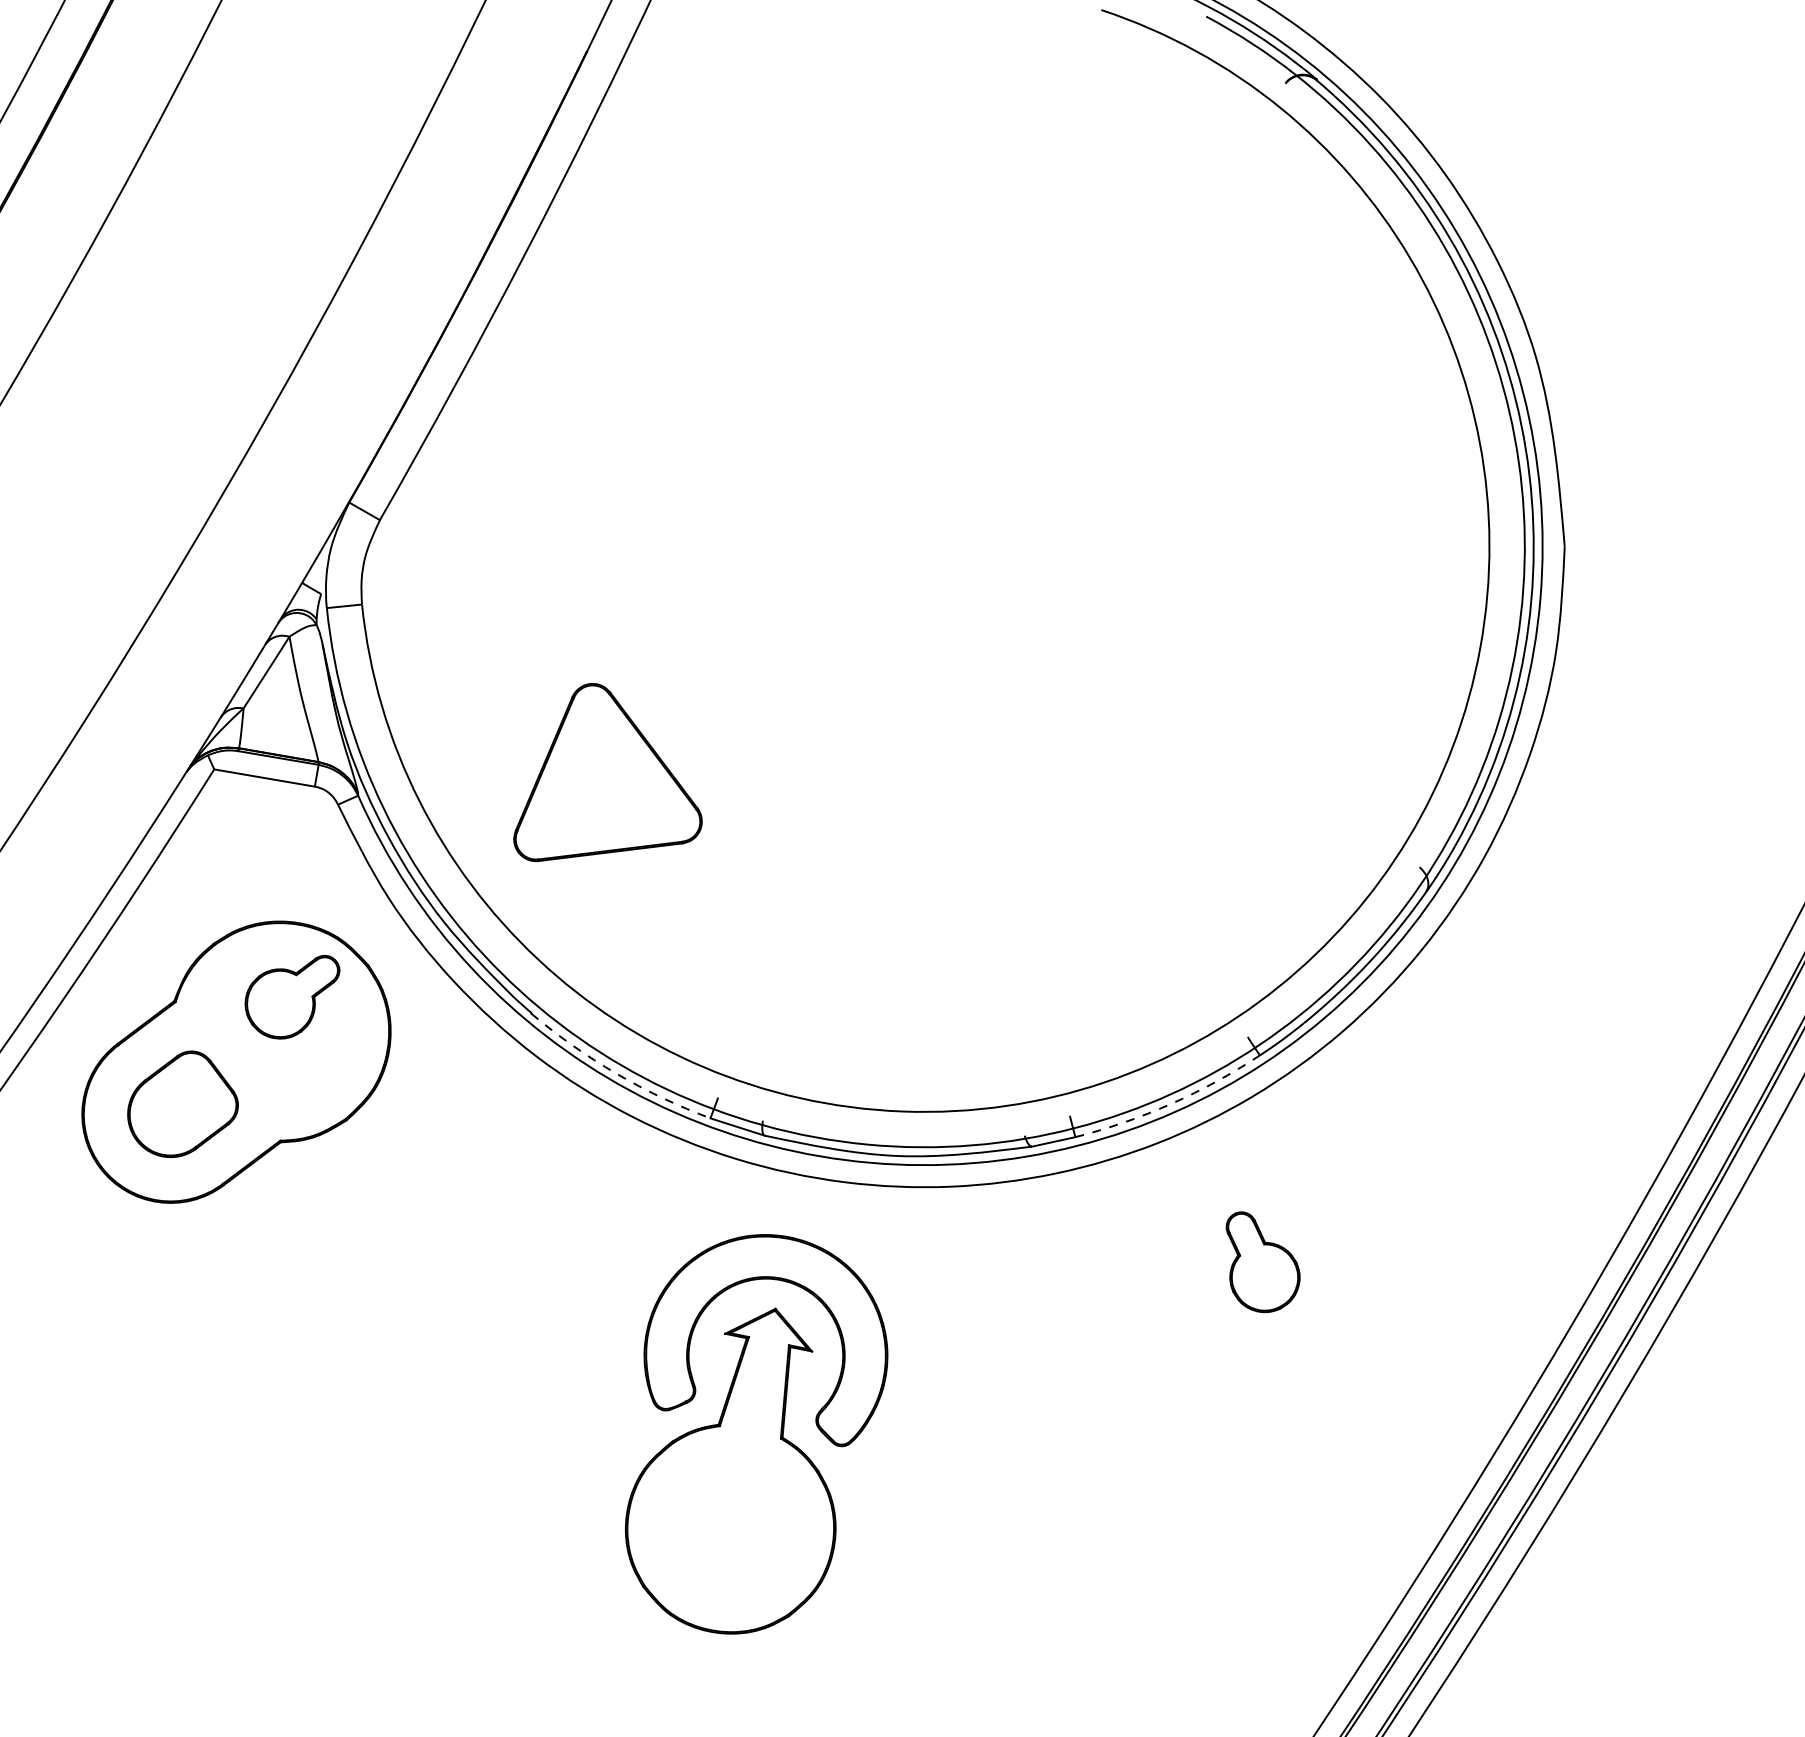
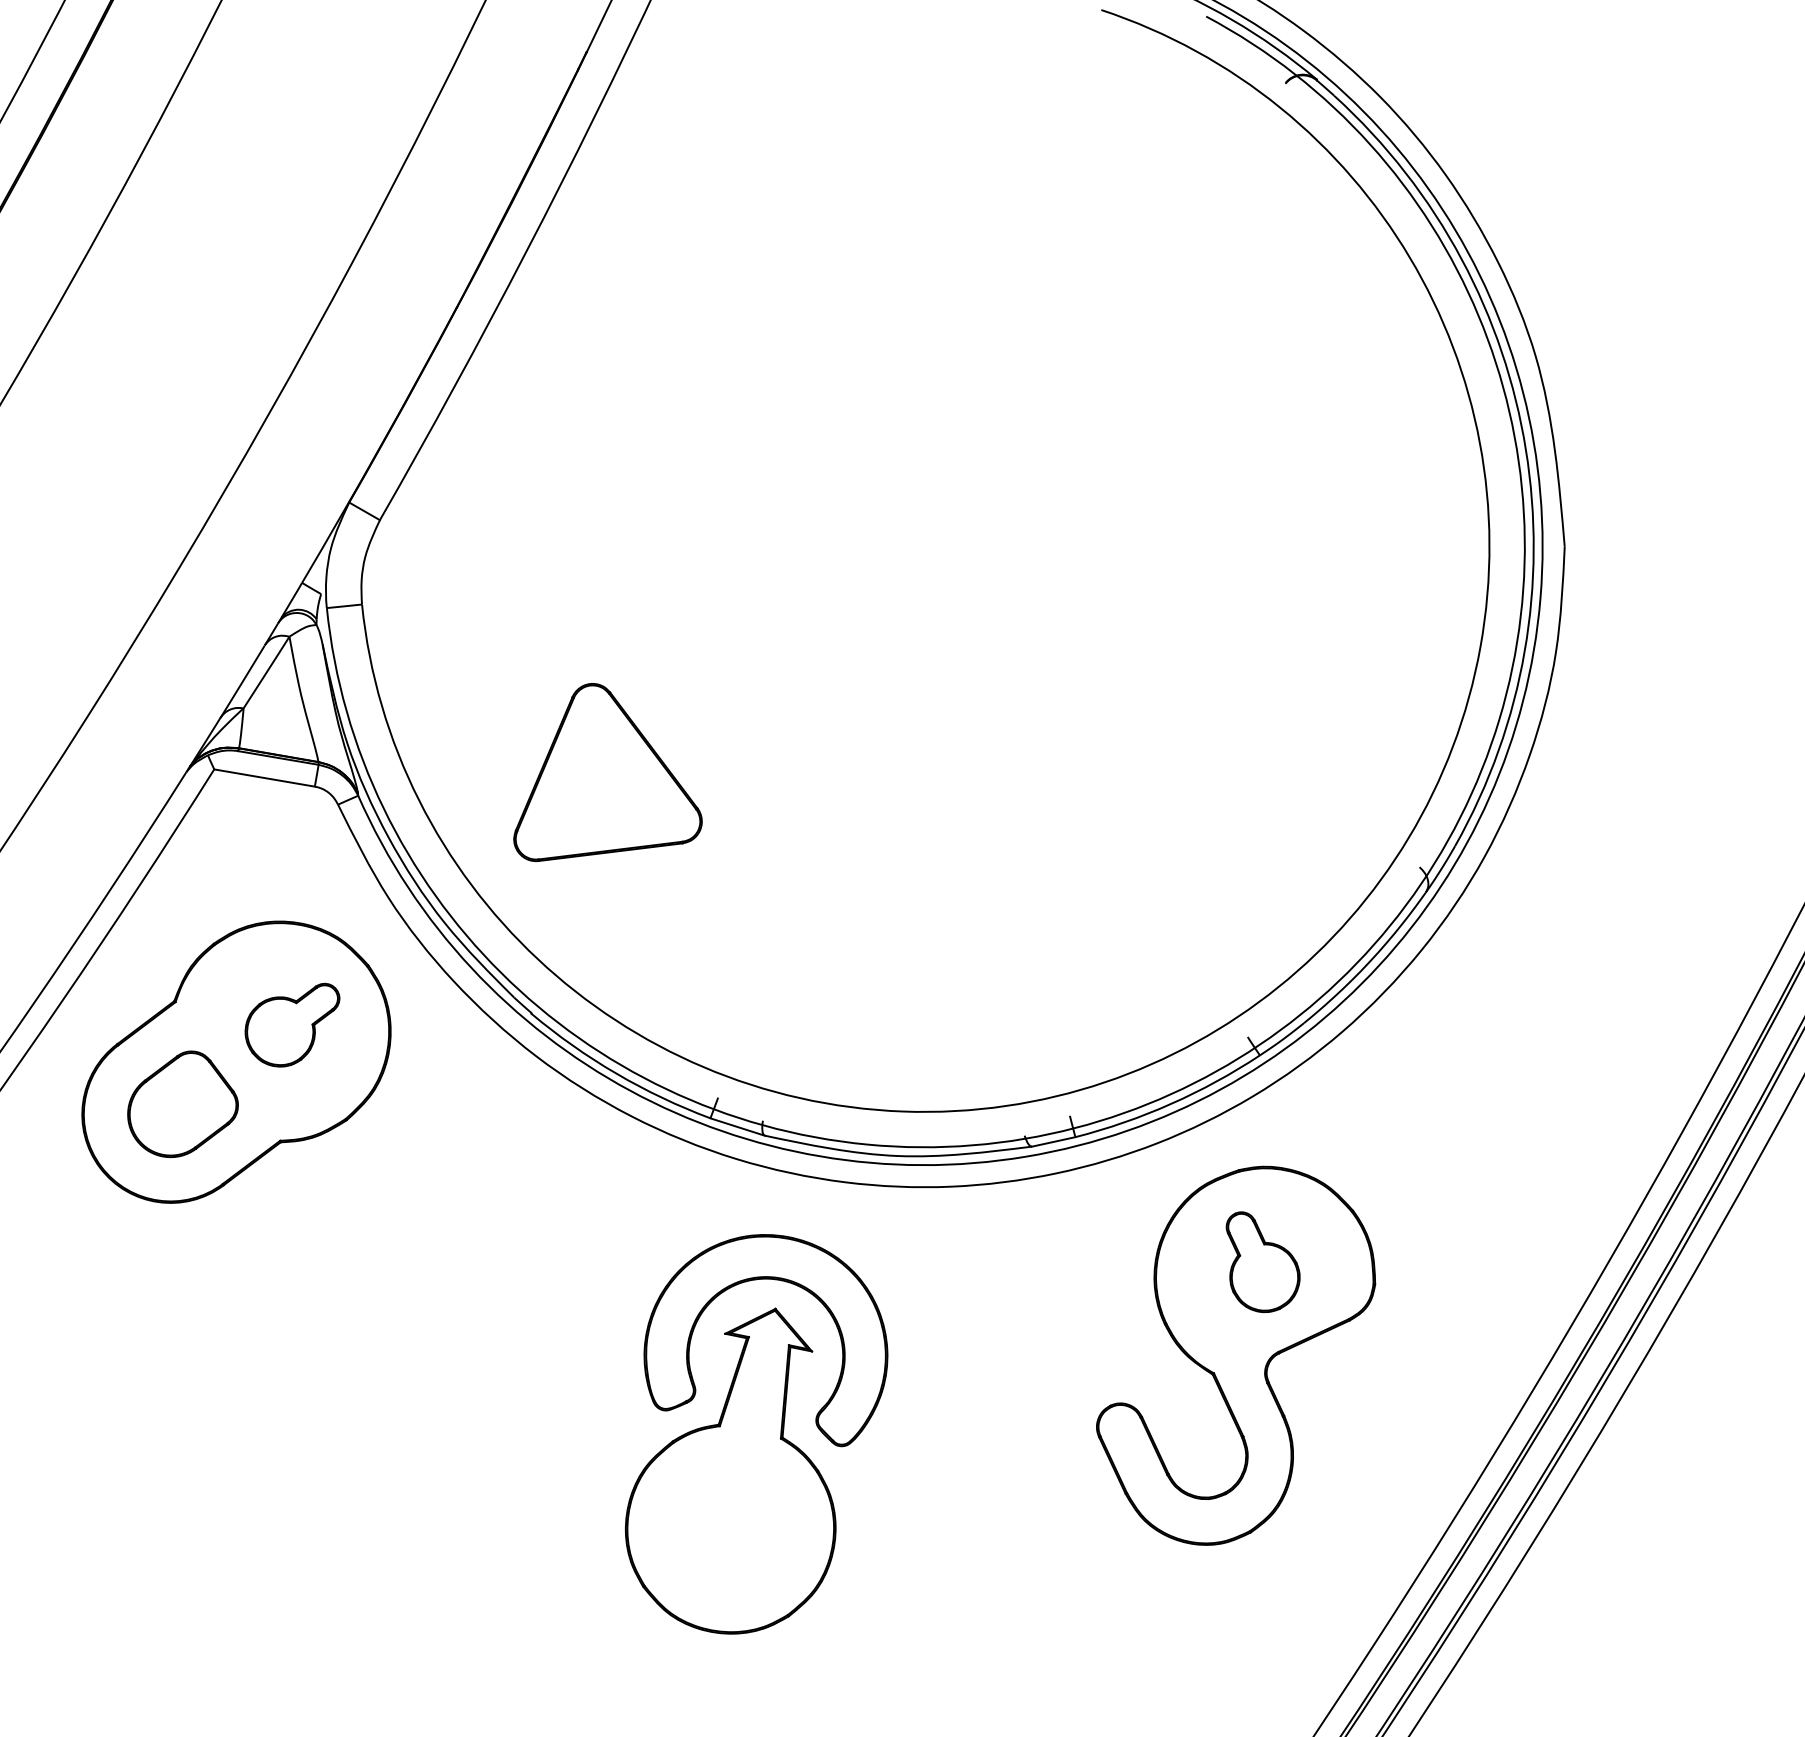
part at (292, 996) position: (292, 996) -> (292, 1024)
arc at (616, 1073): dashed -> solid
arc at (1171, 1103): dashed -> solid
part at (1236, 1355): none -> present
